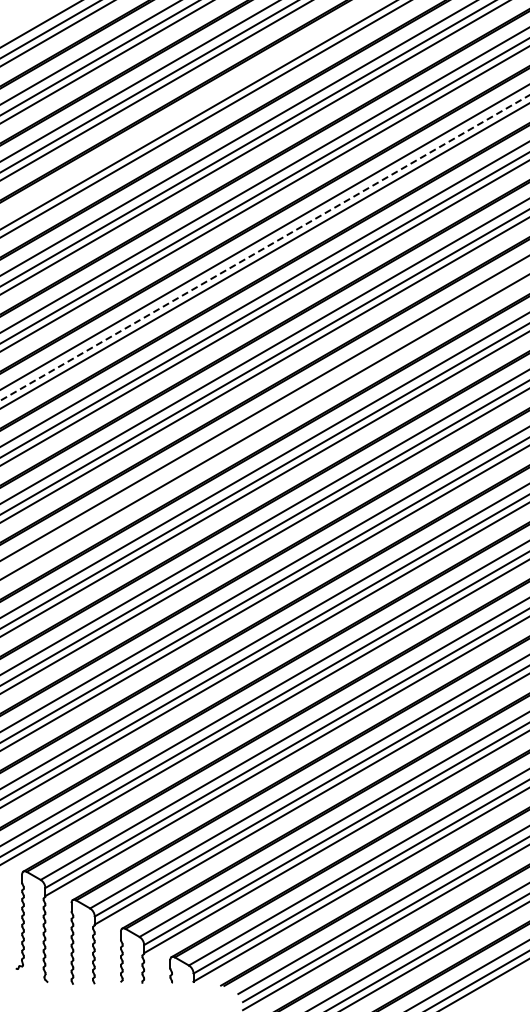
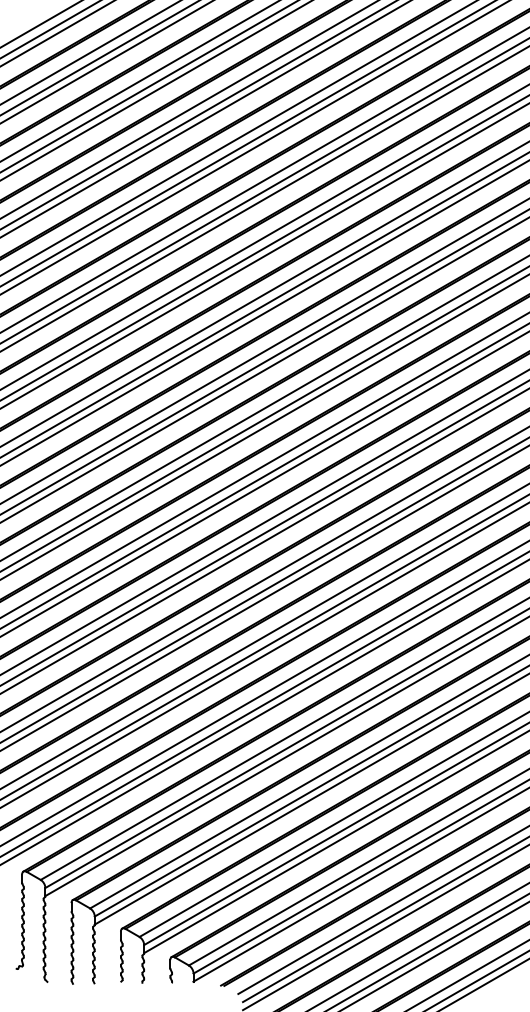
line at (188, 109): none -> present
line at (265, 247): dashed -> solid
line at (264, 419): none -> present
